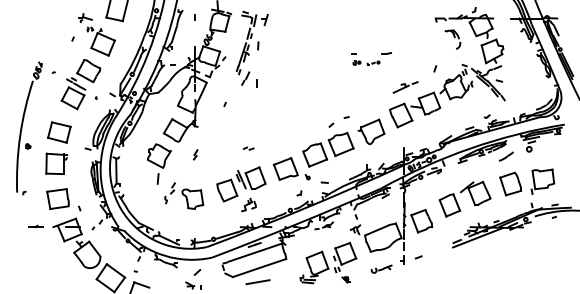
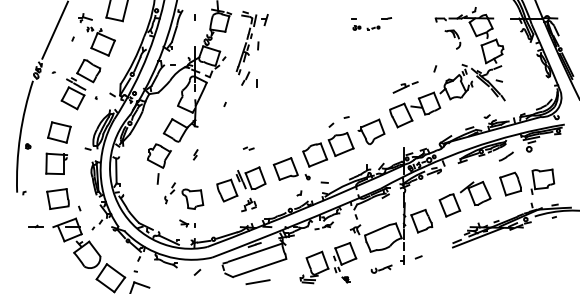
line at (54, 30): none -> present
part at (371, 58) position: (371, 58) -> (371, 23)
part at (193, 285) position: (193, 285) -> (187, 223)
